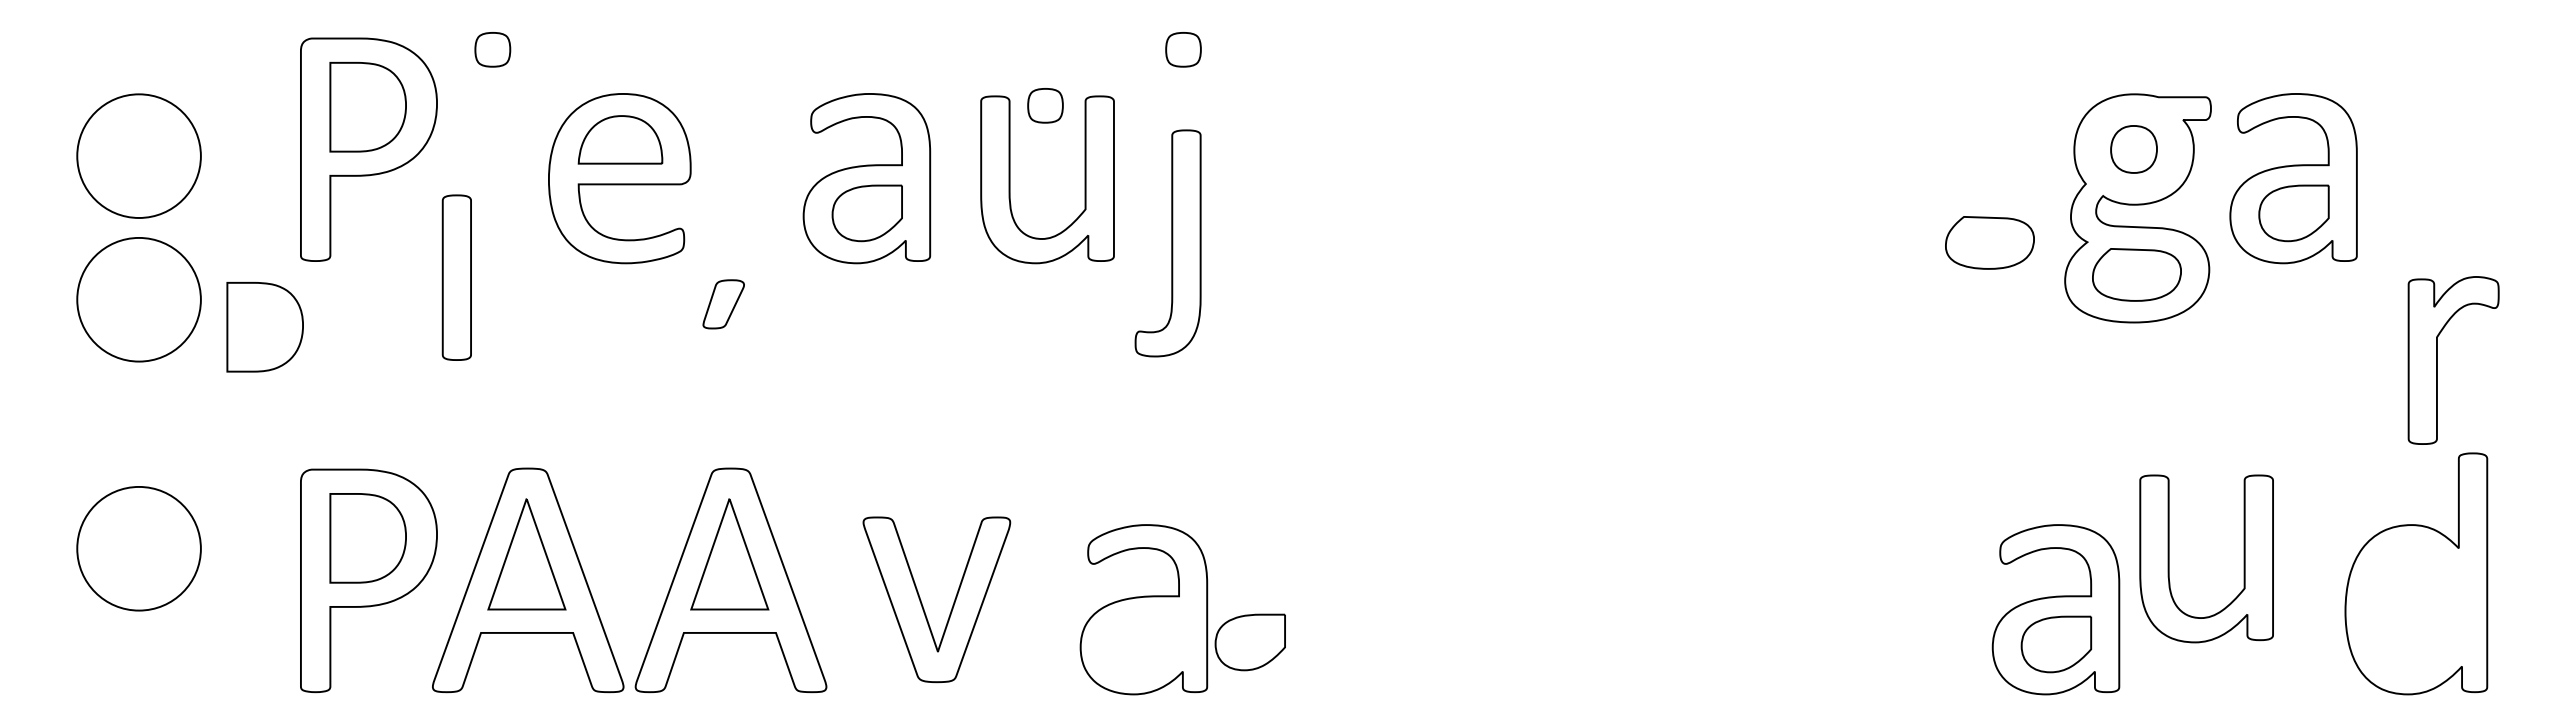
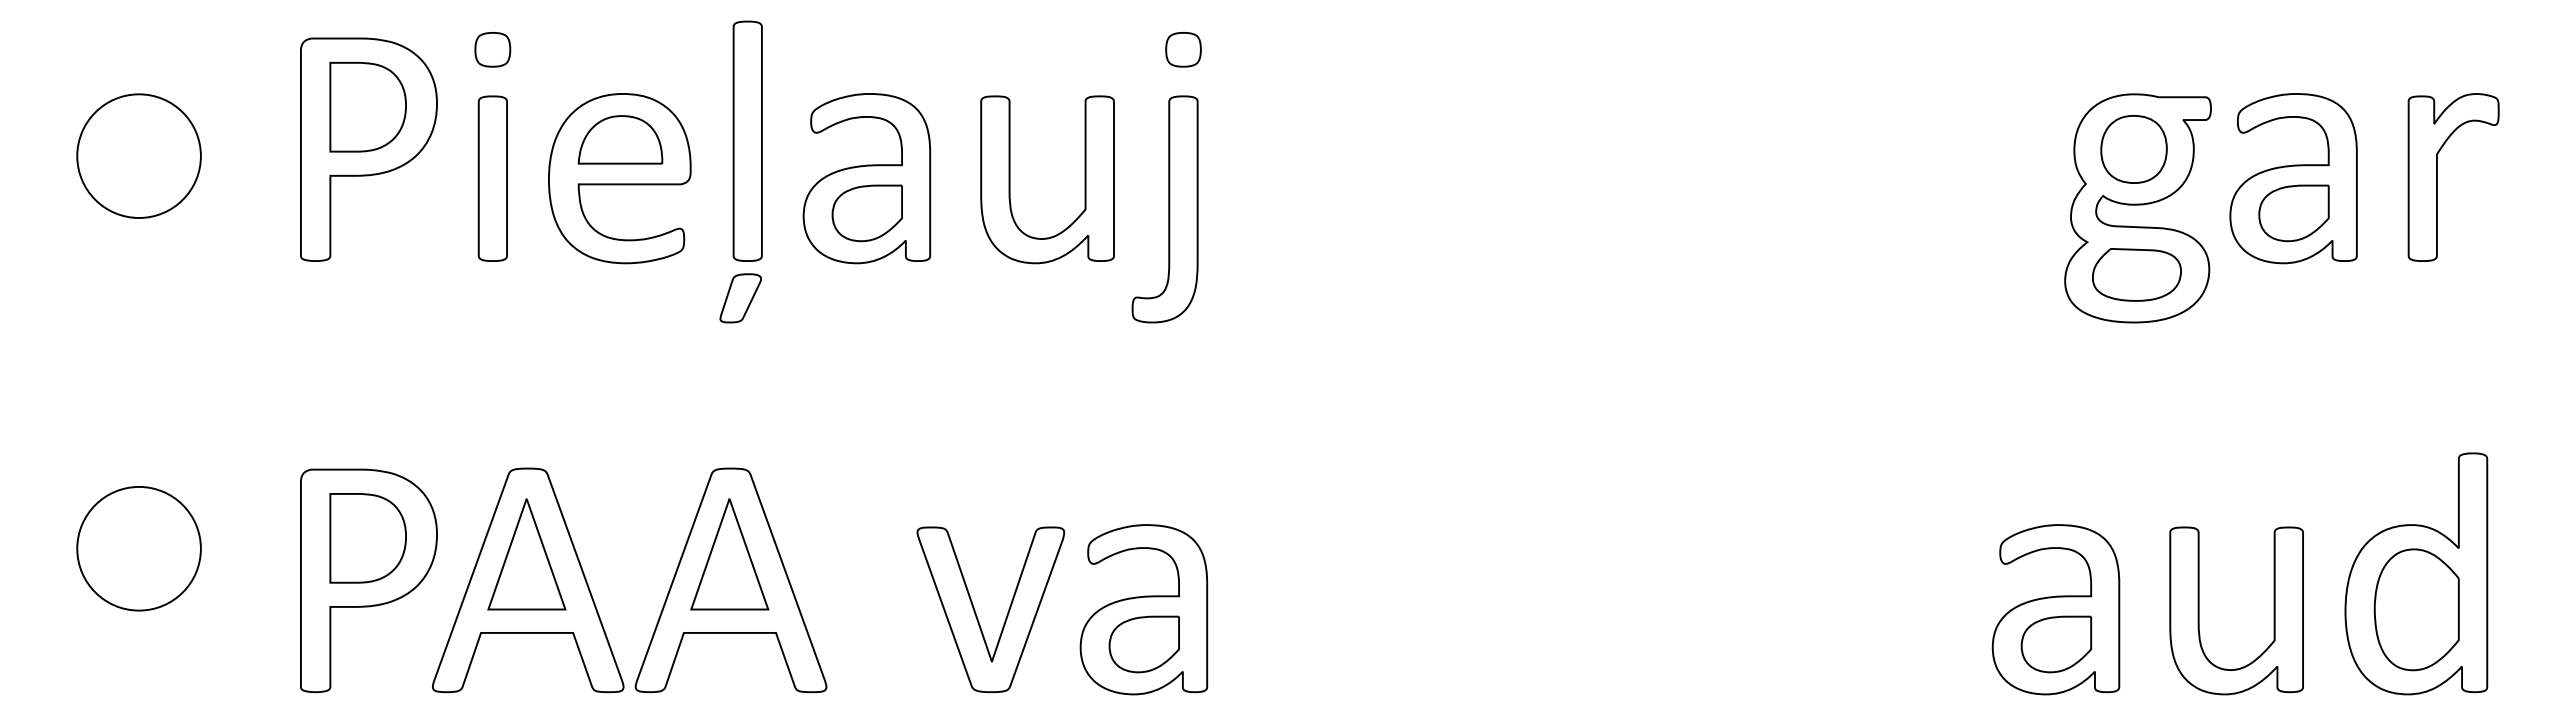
part at (1045, 105): present -> none
part at (747, 140): none -> present
part at (2133, 149) size: 48x49 px -> 68x69 px
part at (1989, 242): present -> none
part at (1167, 243) position: (1167, 243) -> (1164, 209)
part at (456, 277) position: (456, 277) -> (492, 178)
part at (138, 299): present -> none
part at (723, 304) position: (723, 304) -> (740, 298)
part at (264, 327): present -> none
part at (2437, 360) position: (2437, 360) -> (2437, 177)
part at (2169, 558) position: (2169, 558) -> (2199, 610)
part at (922, 603) position: (922, 603) -> (976, 613)
part at (2416, 609): none -> present
part at (1249, 642) position: (1249, 642) -> (1143, 644)
